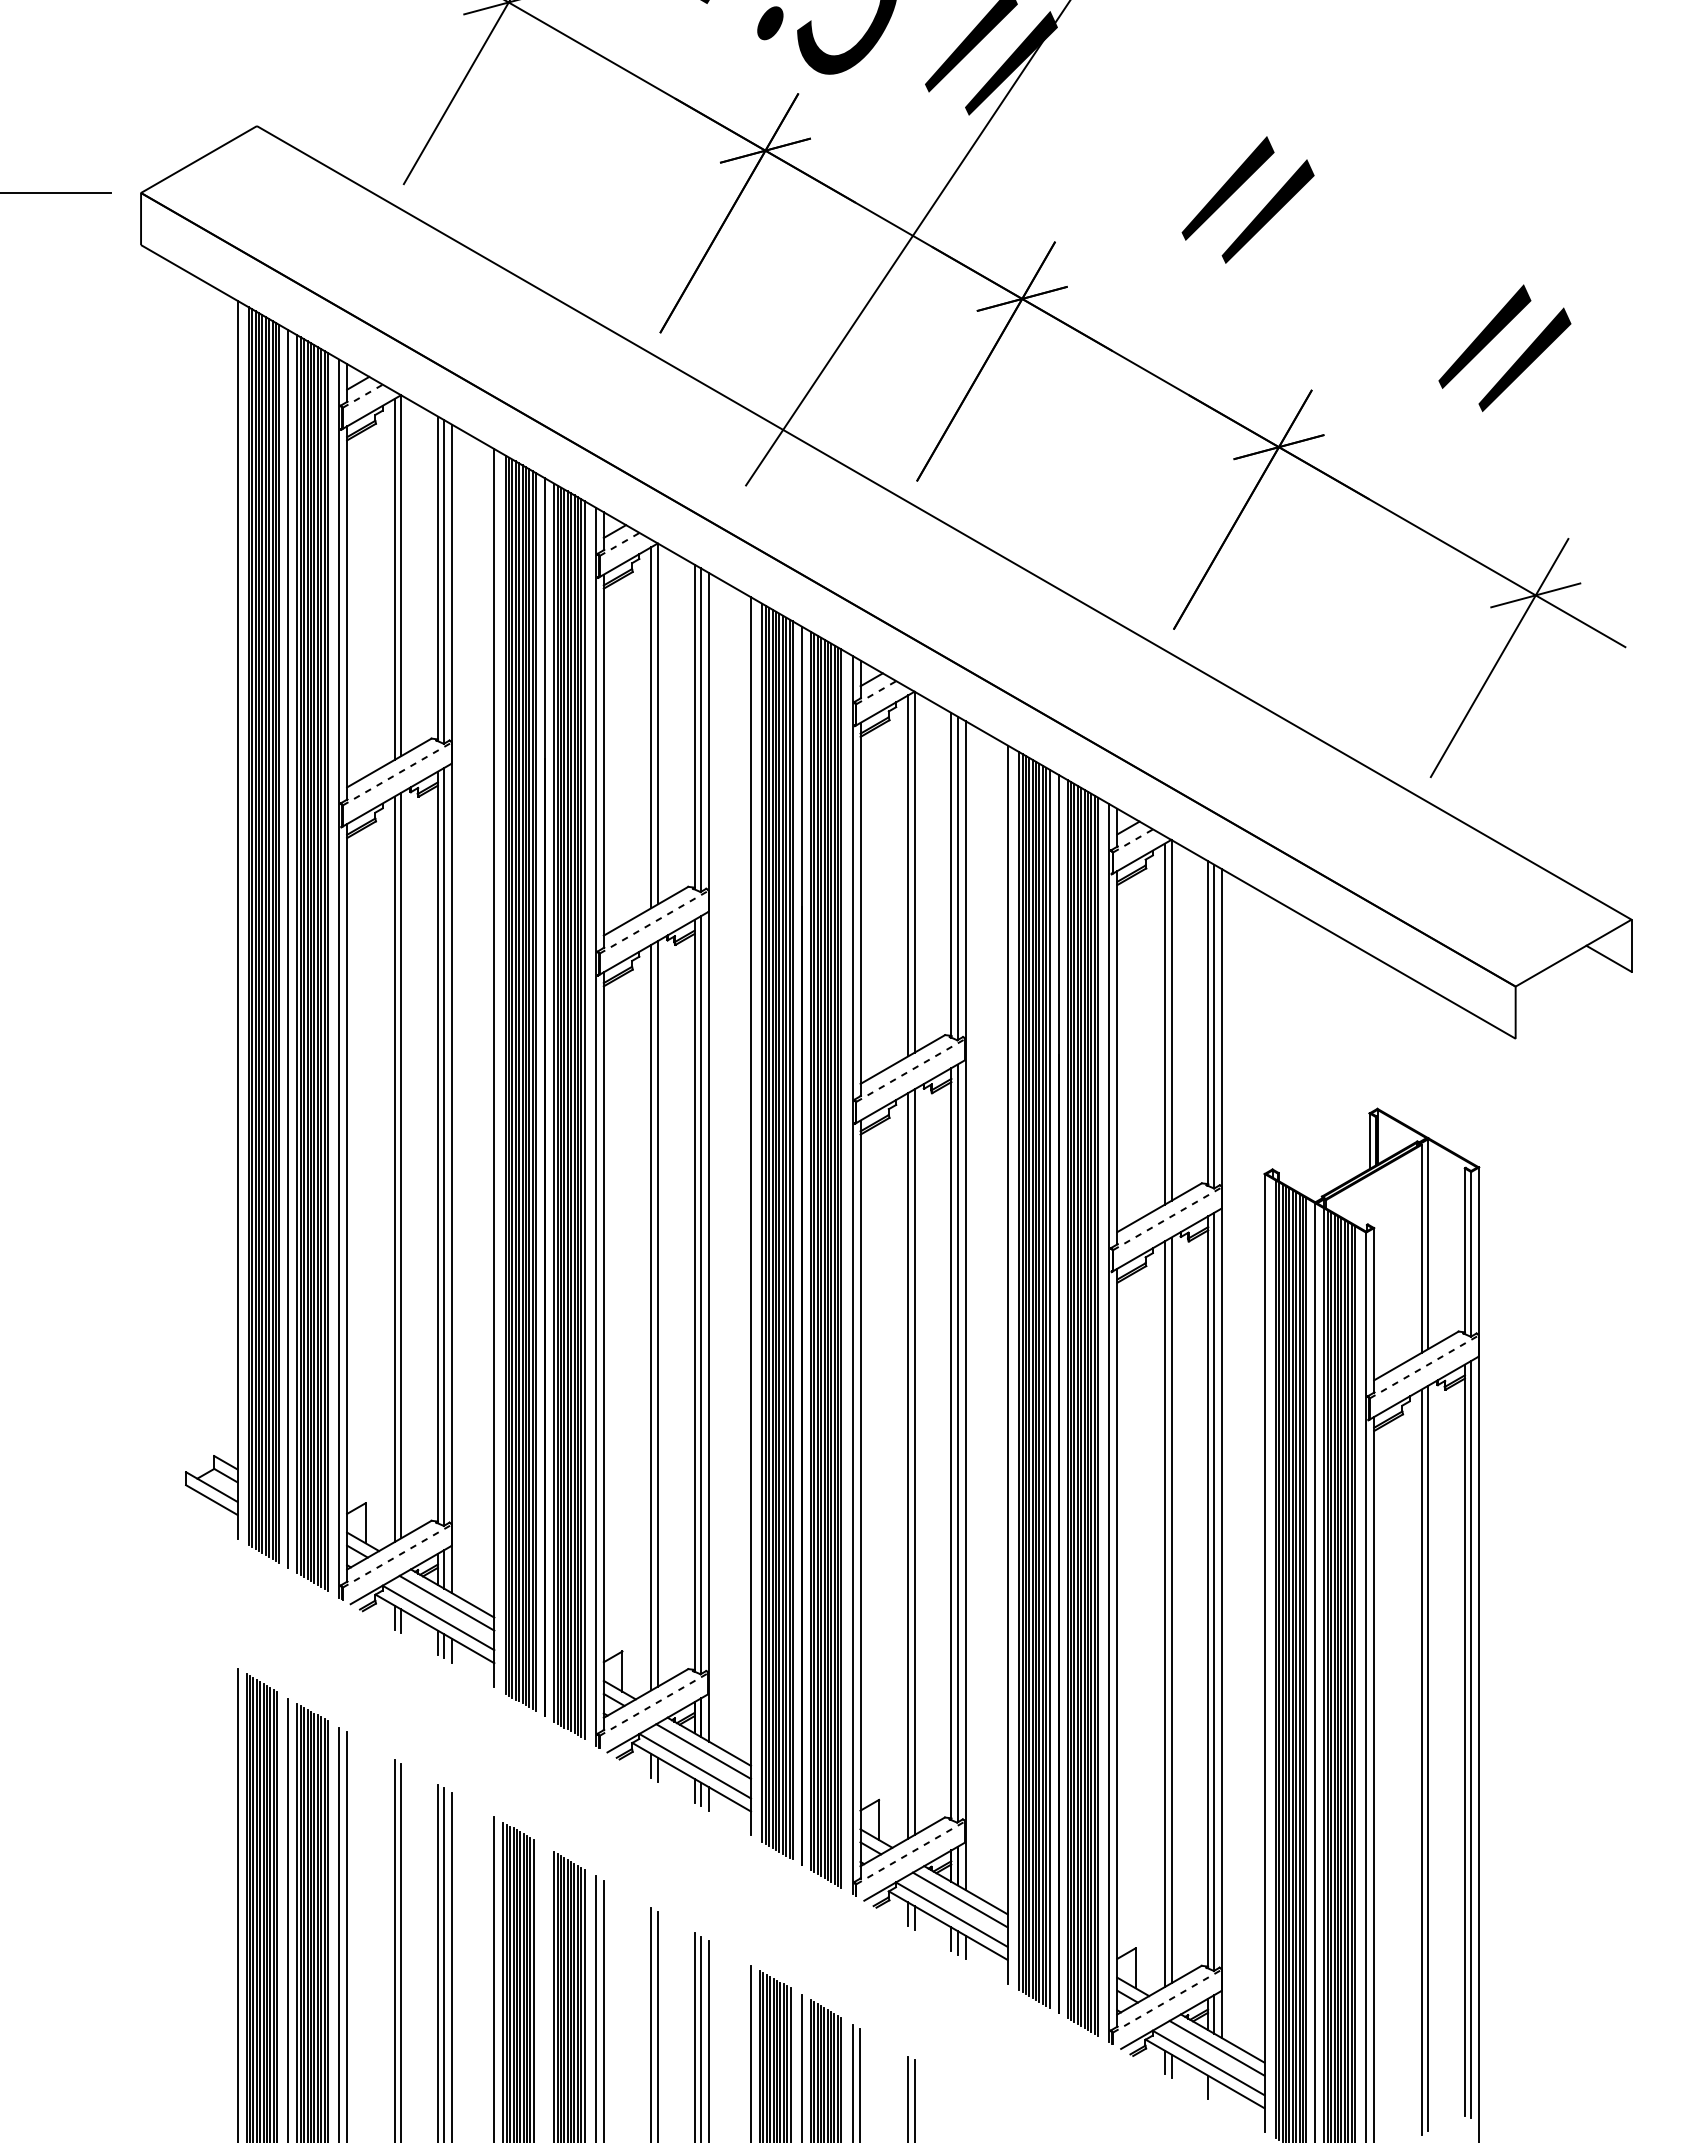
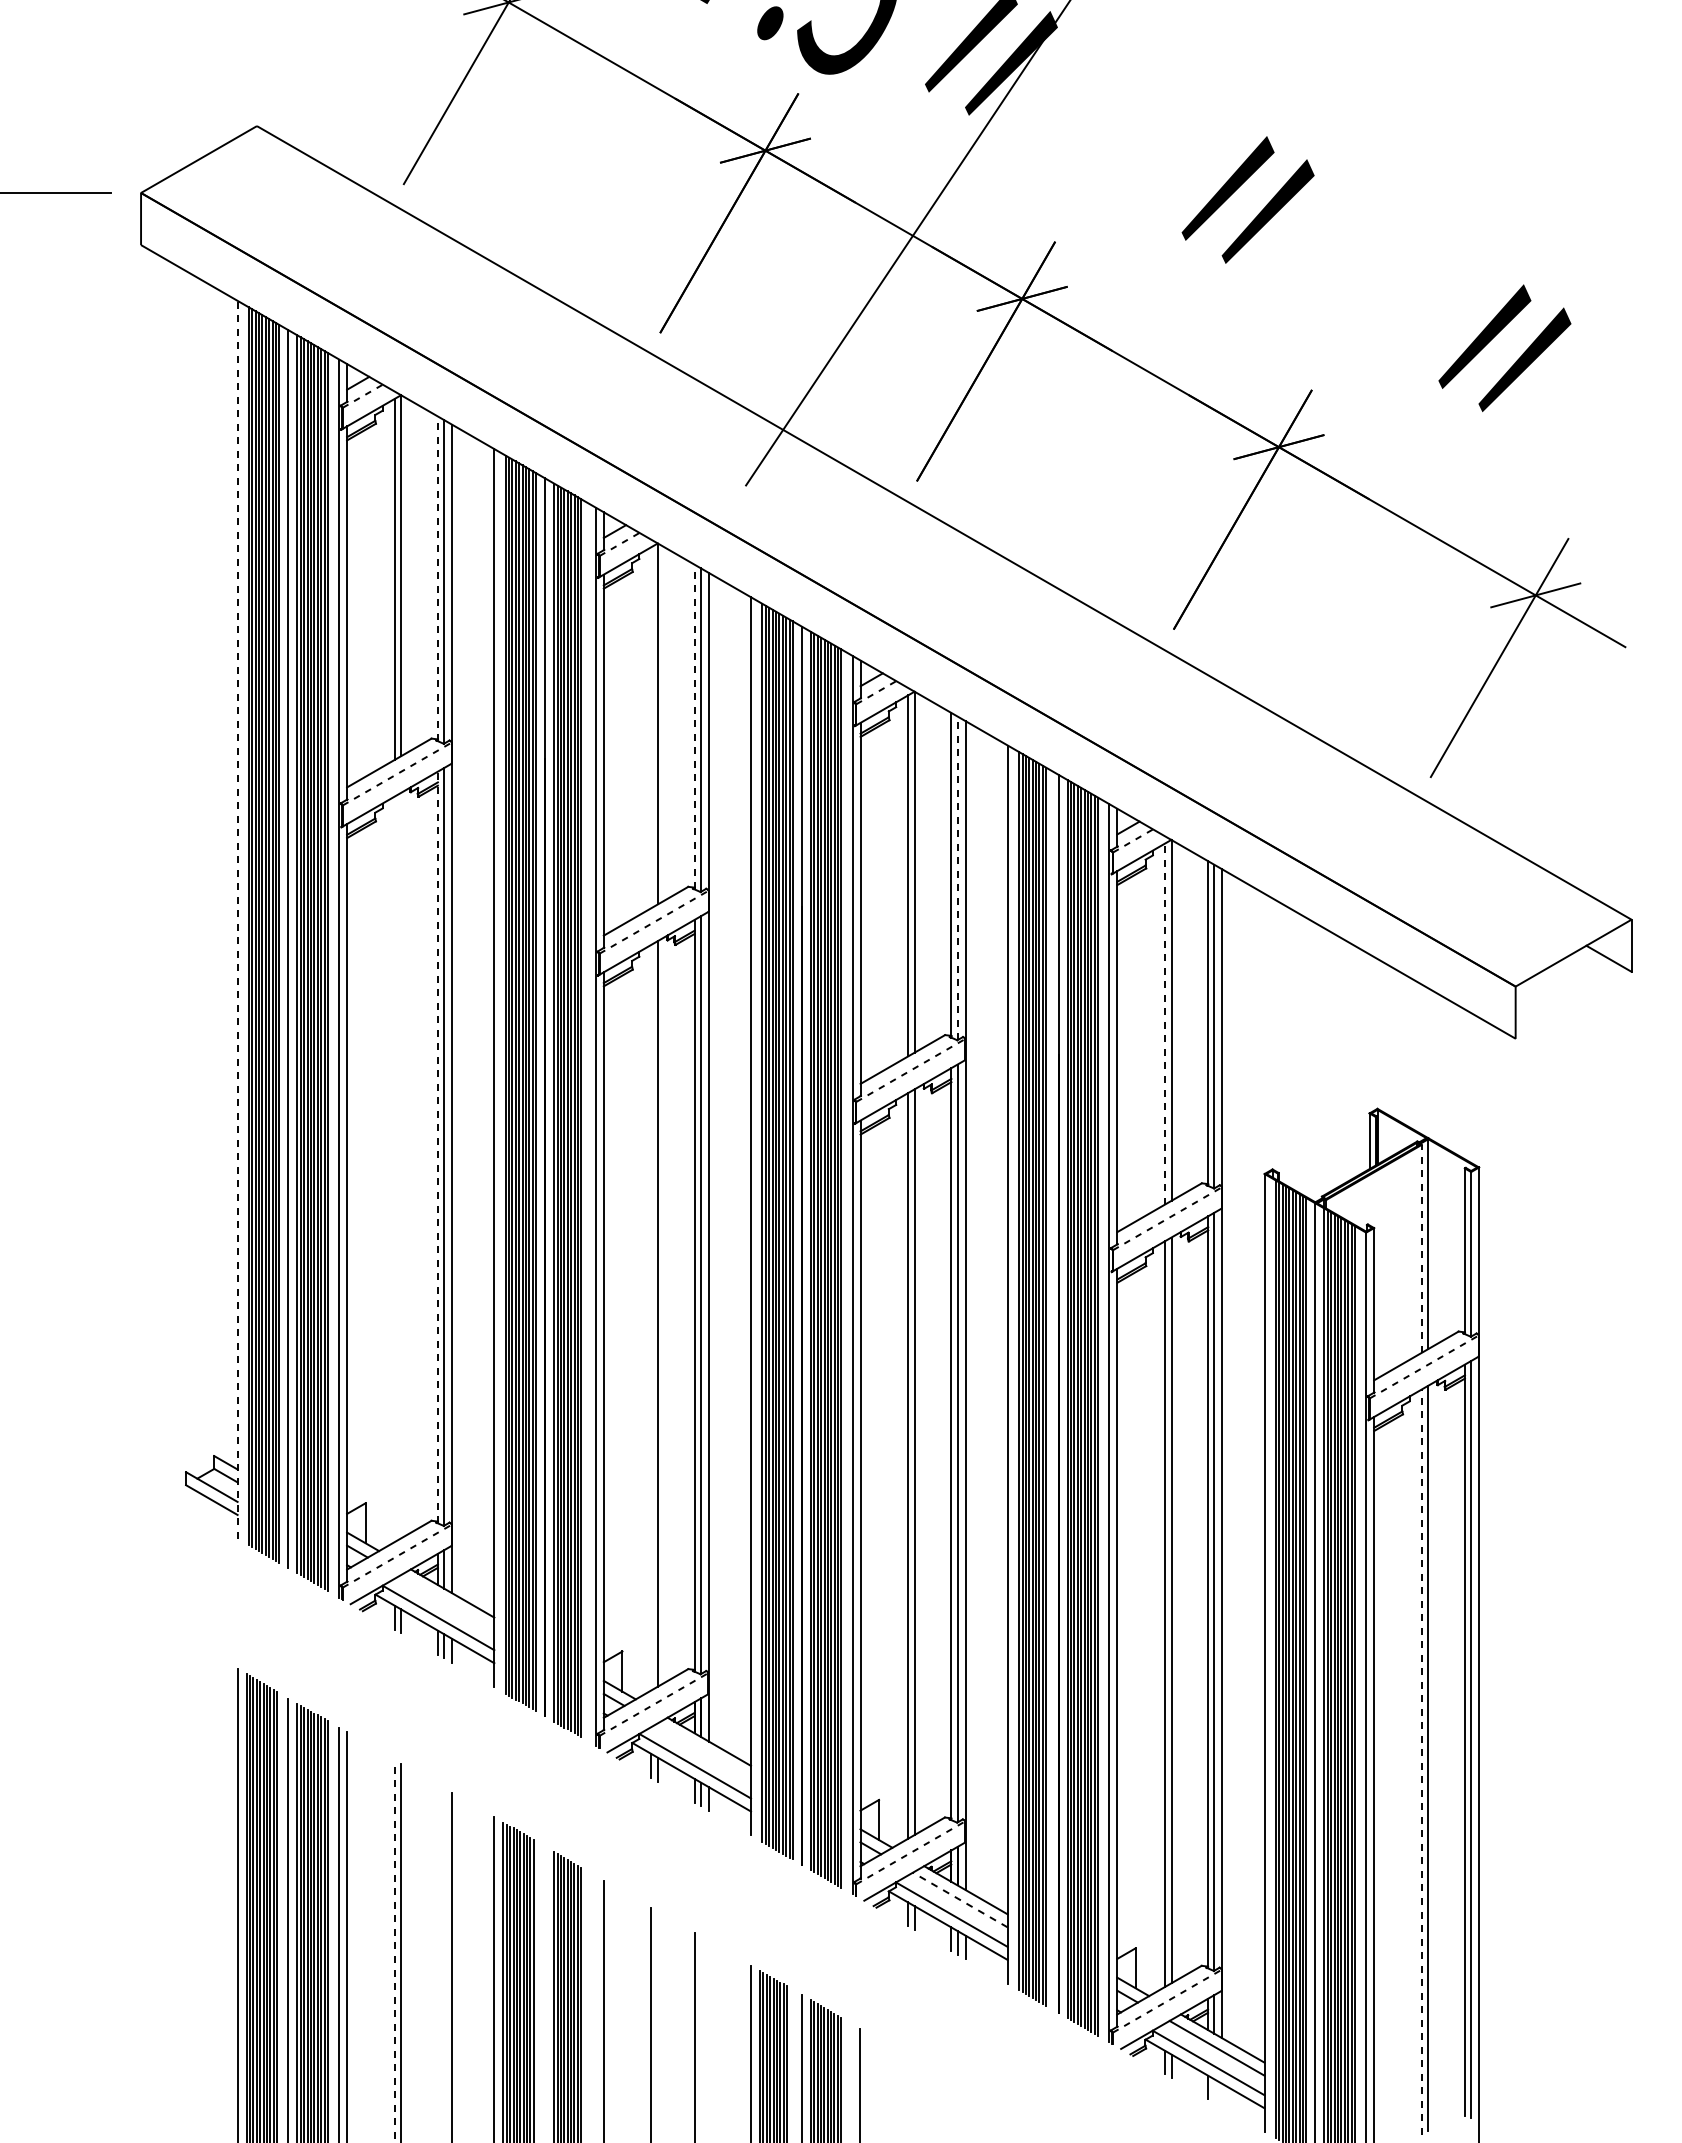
line at (437, 578): solid -> dashed
line at (694, 726): solid -> dashed
line at (651, 727): present -> none
line at (957, 878): solid -> dashed
line at (237, 919): solid -> dashed
line at (1164, 1023): solid -> dashed
line at (584, 1120): present -> none
line at (437, 1147): solid -> dashed
line at (401, 1165): present -> none
line at (394, 1169): present -> none
line at (1421, 1248): solid -> dashed
line at (651, 1317): present -> none
line at (1049, 1388): present -> none
line at (446, 1602): present -> none
line at (703, 1751): present -> none
line at (1421, 1762): solid -> dashed
line at (960, 1900): solid -> dashed
line at (394, 1950): solid -> dashed
line at (437, 1961): present -> none
line at (444, 1963): present -> none
line at (584, 2004): present -> none
line at (595, 2007): present -> none
line at (657, 2025): present -> none
line at (700, 2037): present -> none
line at (708, 2040): present -> none
line at (790, 2063): present -> none
line at (852, 2081): present -> none
line at (908, 2097): present -> none
line at (914, 2099): present -> none
